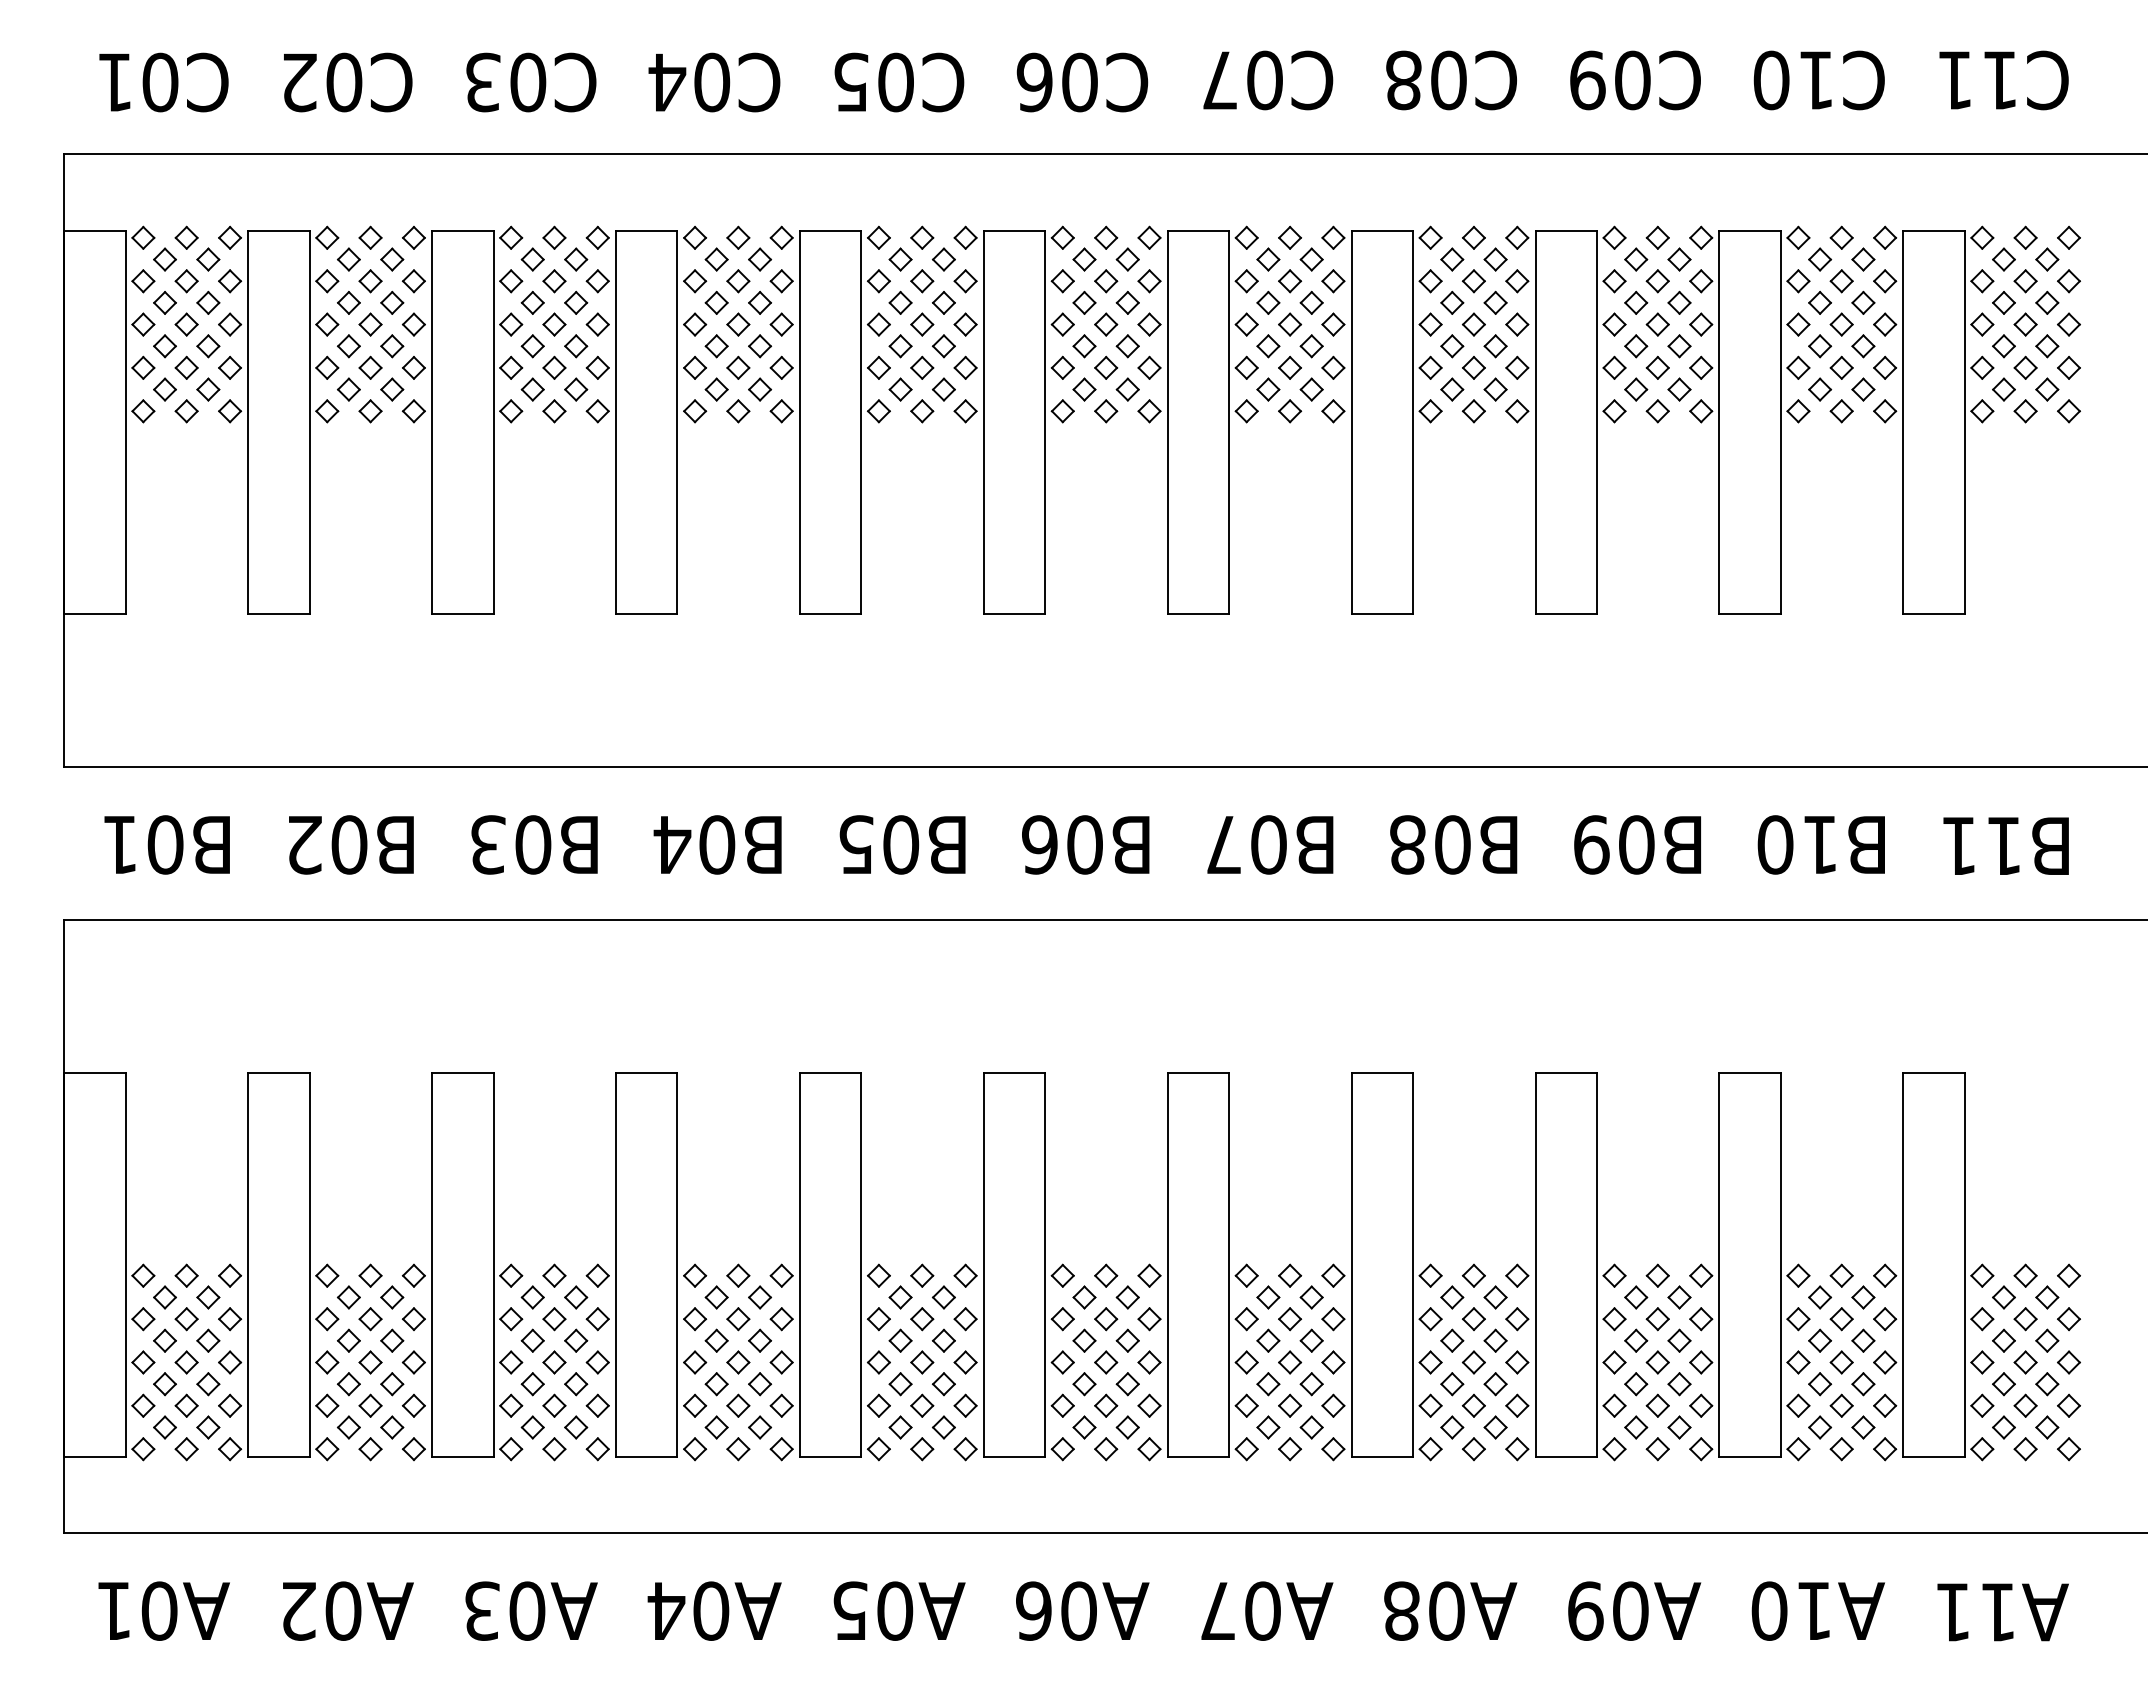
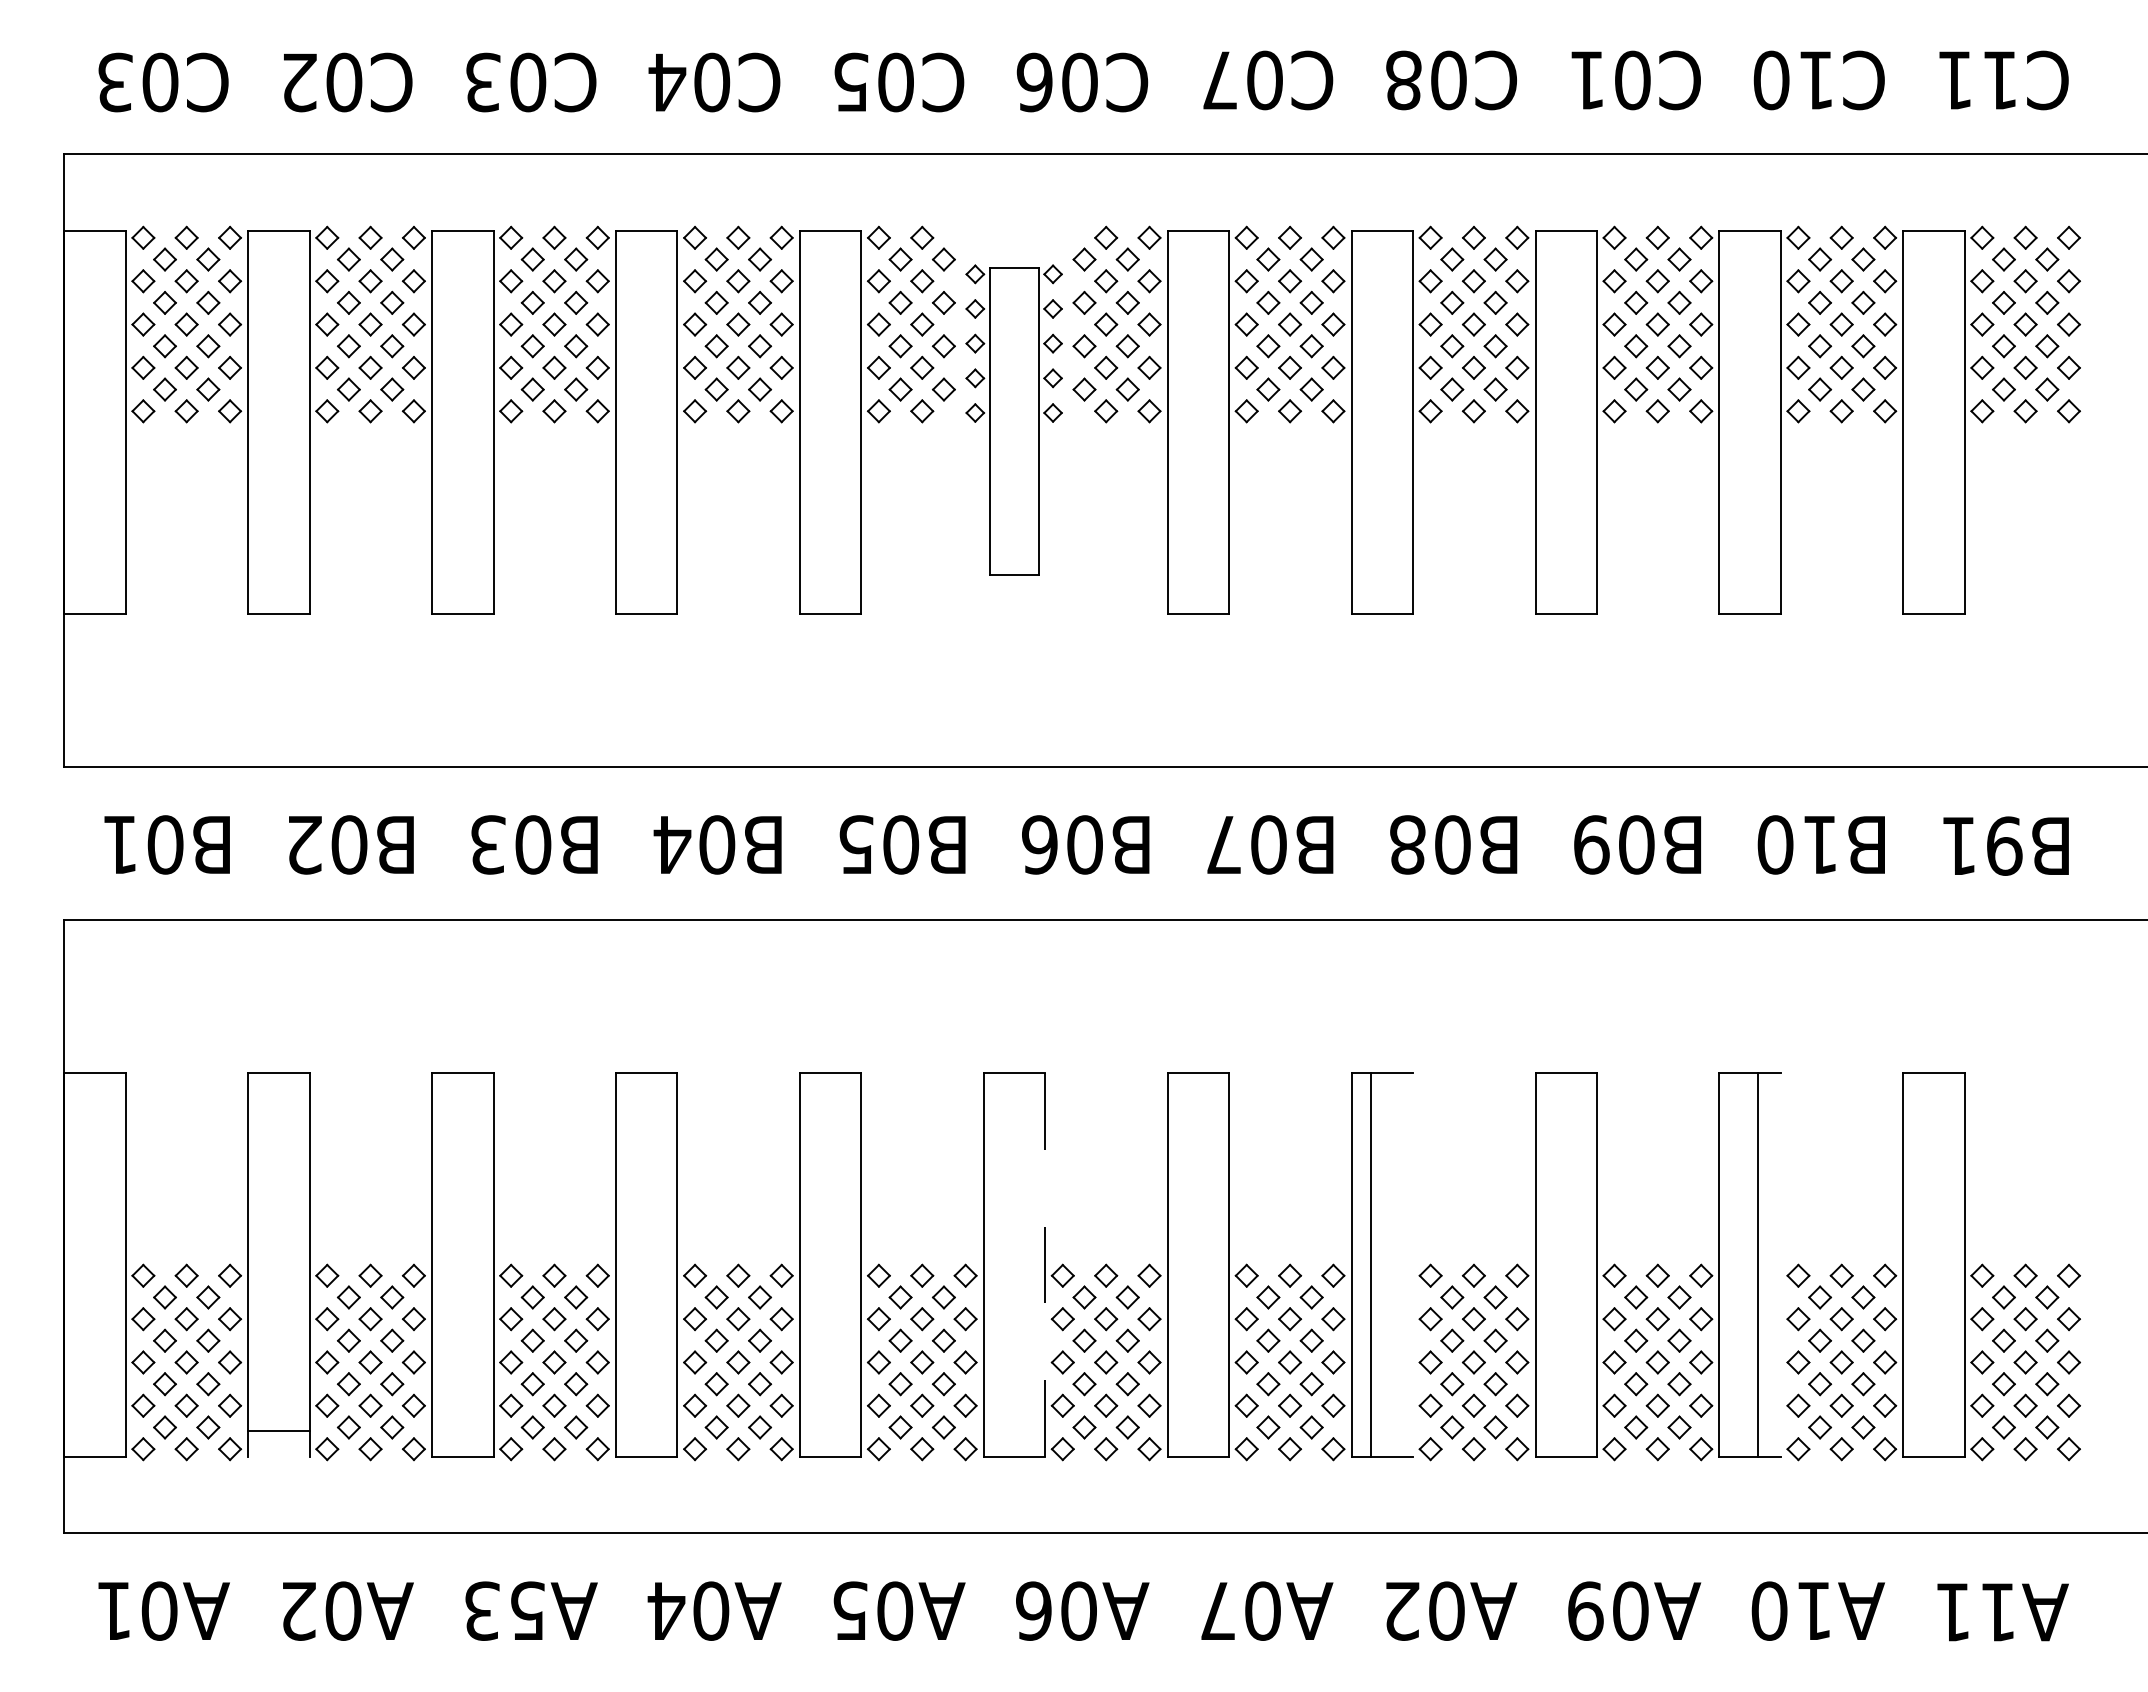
text at (1587, 80): C09 -> C01
text at (115, 82): C01 -> C03
part at (1013, 419) size: 122x390 px -> 98x312 px
text at (2004, 845): B11 -> B91
line at (1045, 1264): solid -> dashed
line at (1412, 1264) position: (1412, 1264) -> (1370, 1264)
line at (1780, 1264) position: (1780, 1264) -> (1757, 1264)
line at (278, 1456) position: (278, 1456) -> (278, 1430)
text at (527, 1610): A03 -> A53
text at (1401, 1610): A08 -> A02
